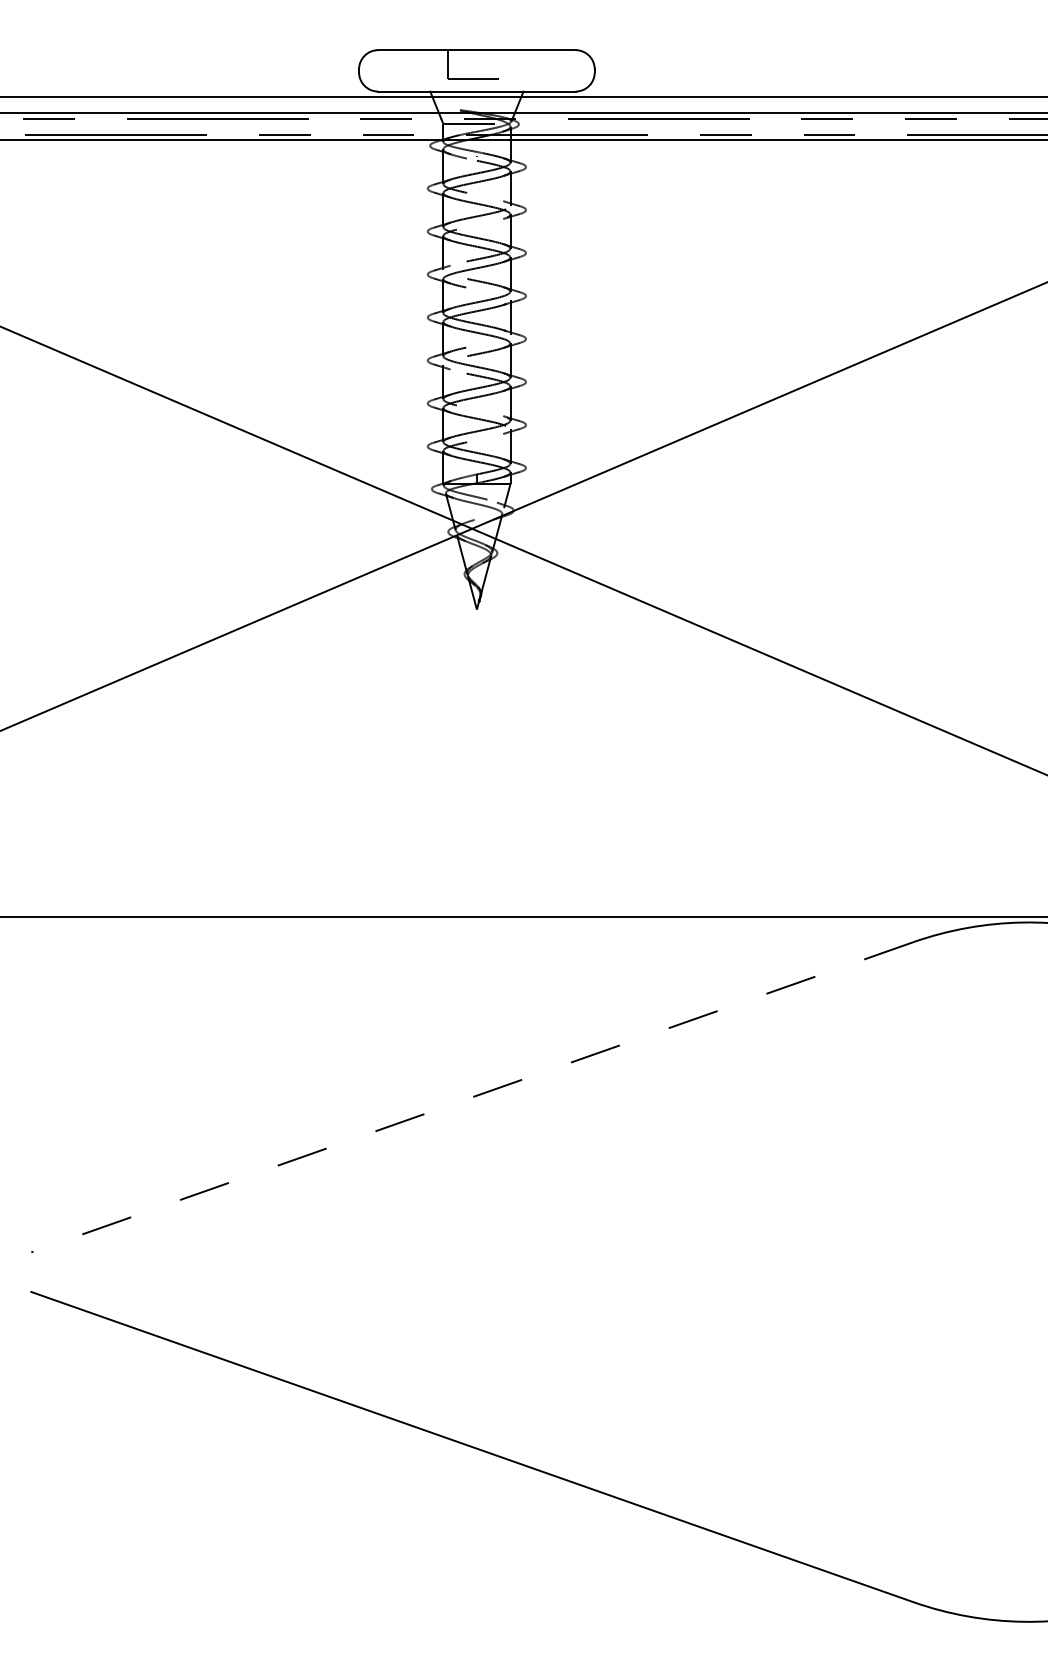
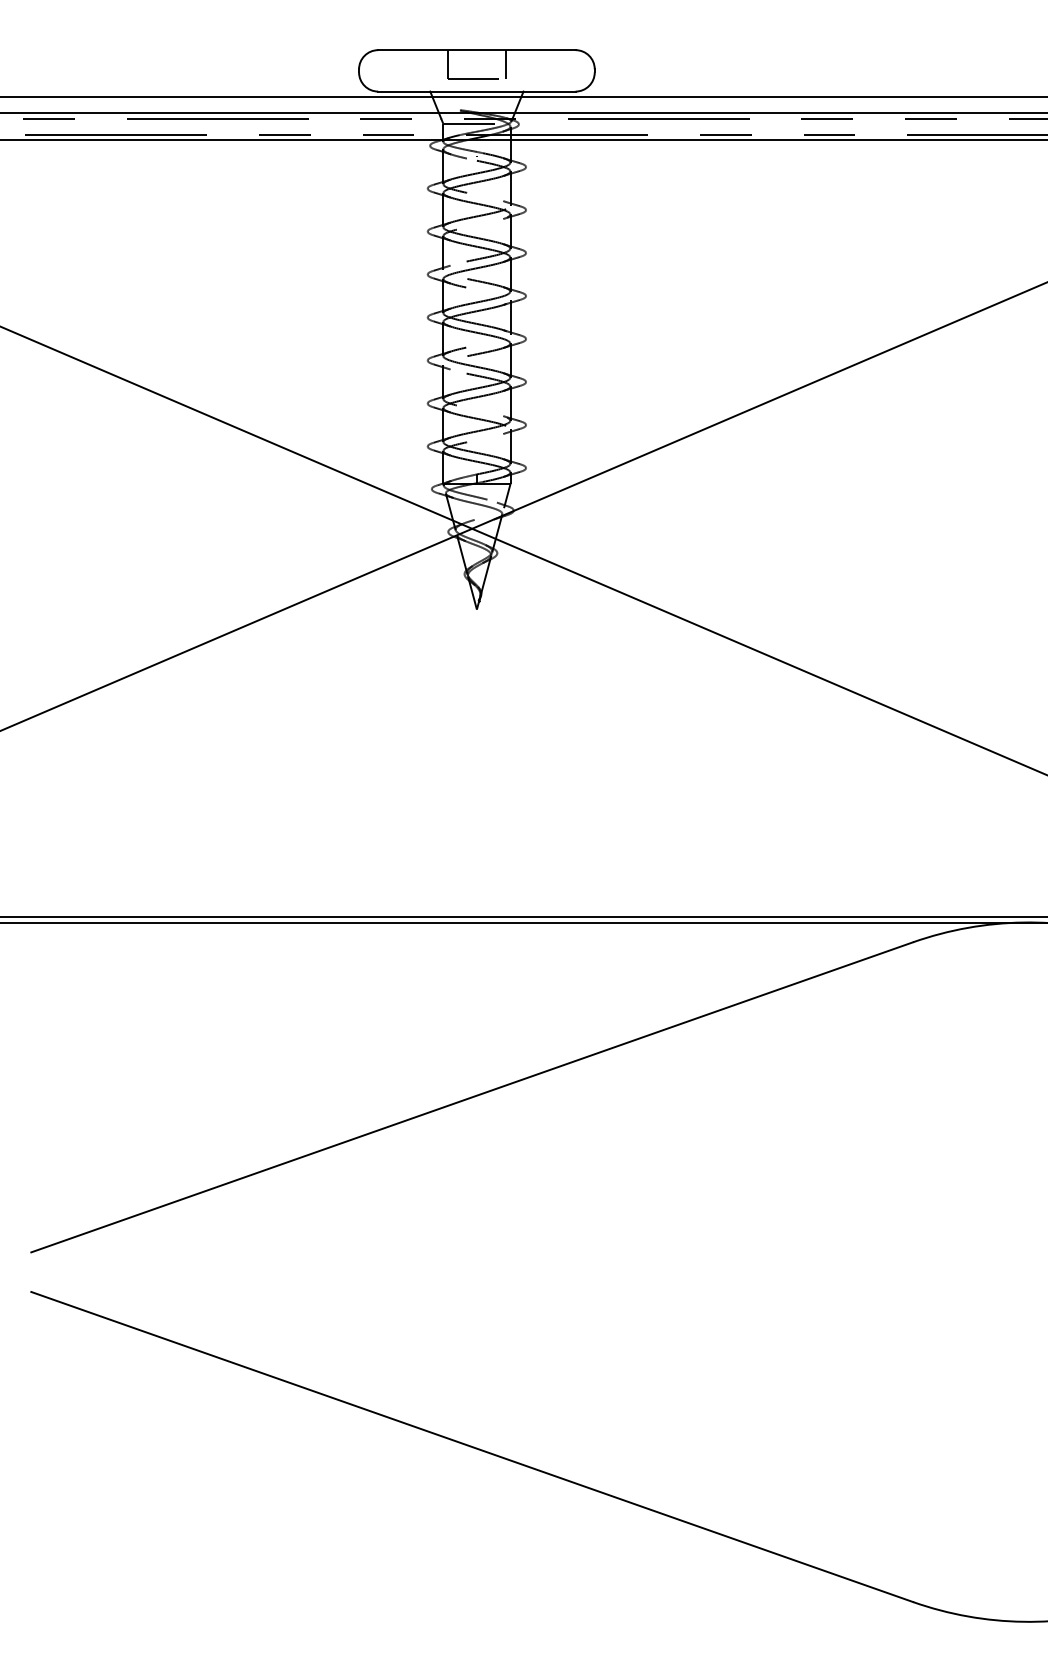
line at (506, 64): none -> present
line at (523, 922): none -> present
line at (471, 1097): dashed -> solid
